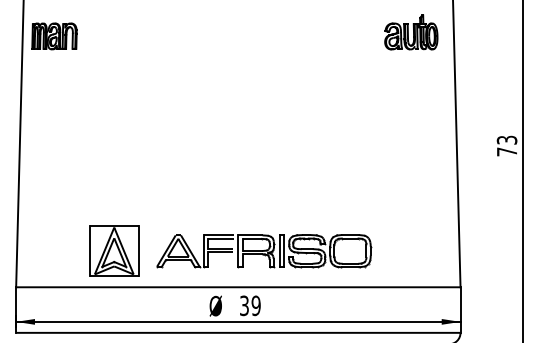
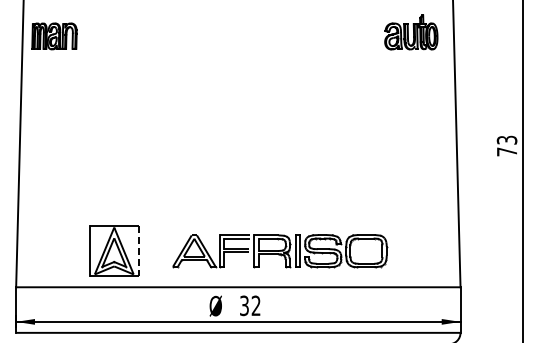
line at (139, 251): solid -> dashed
part at (264, 251) position: (264, 251) -> (280, 251)
text at (255, 305): 39 -> 32
